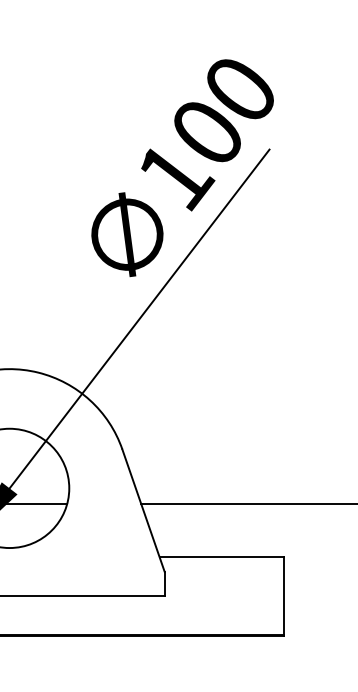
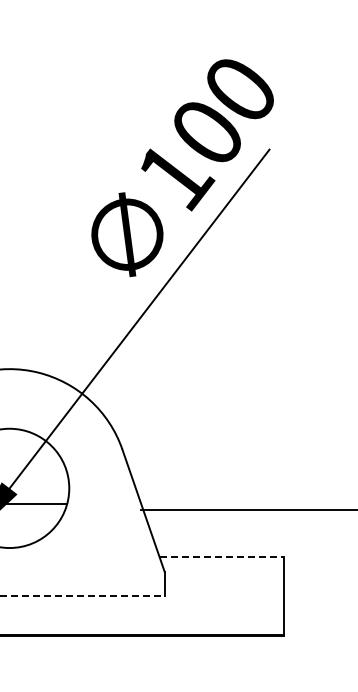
line at (247, 504) position: (247, 504) -> (247, 510)
line at (222, 557): solid -> dashed
line at (82, 596): solid -> dashed
